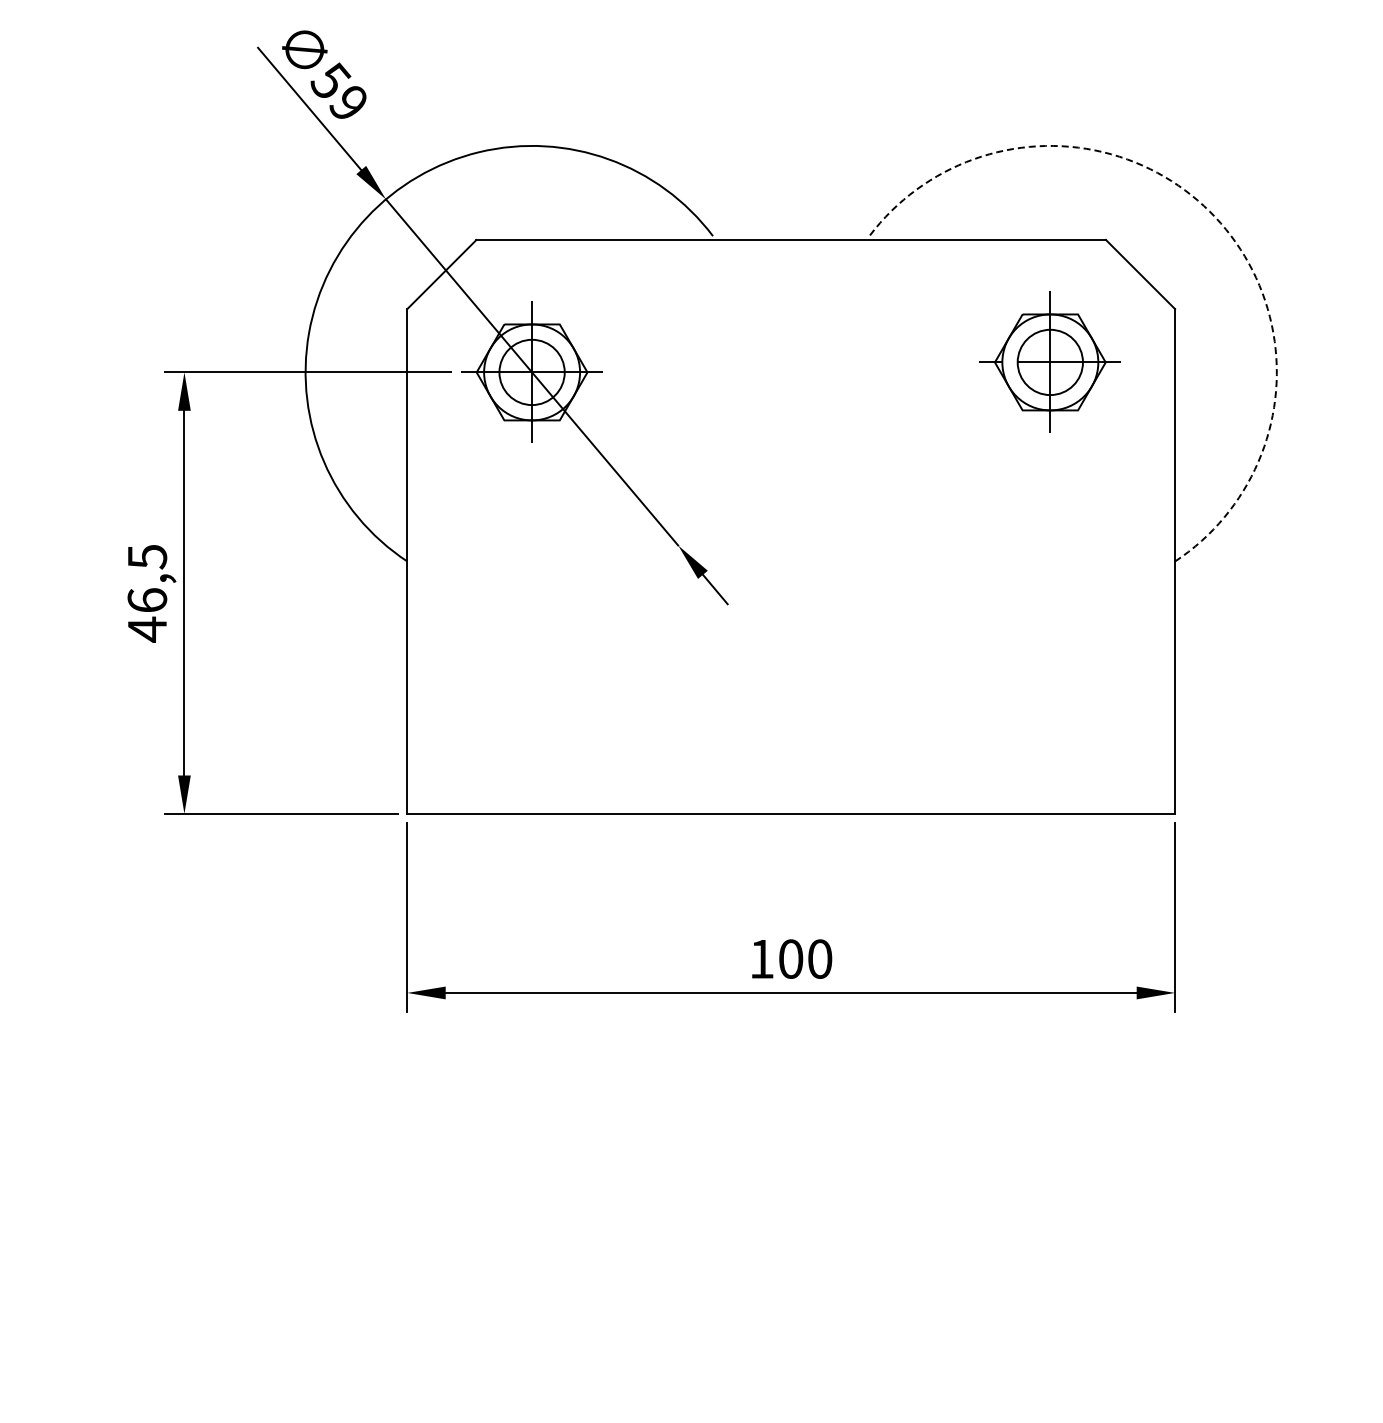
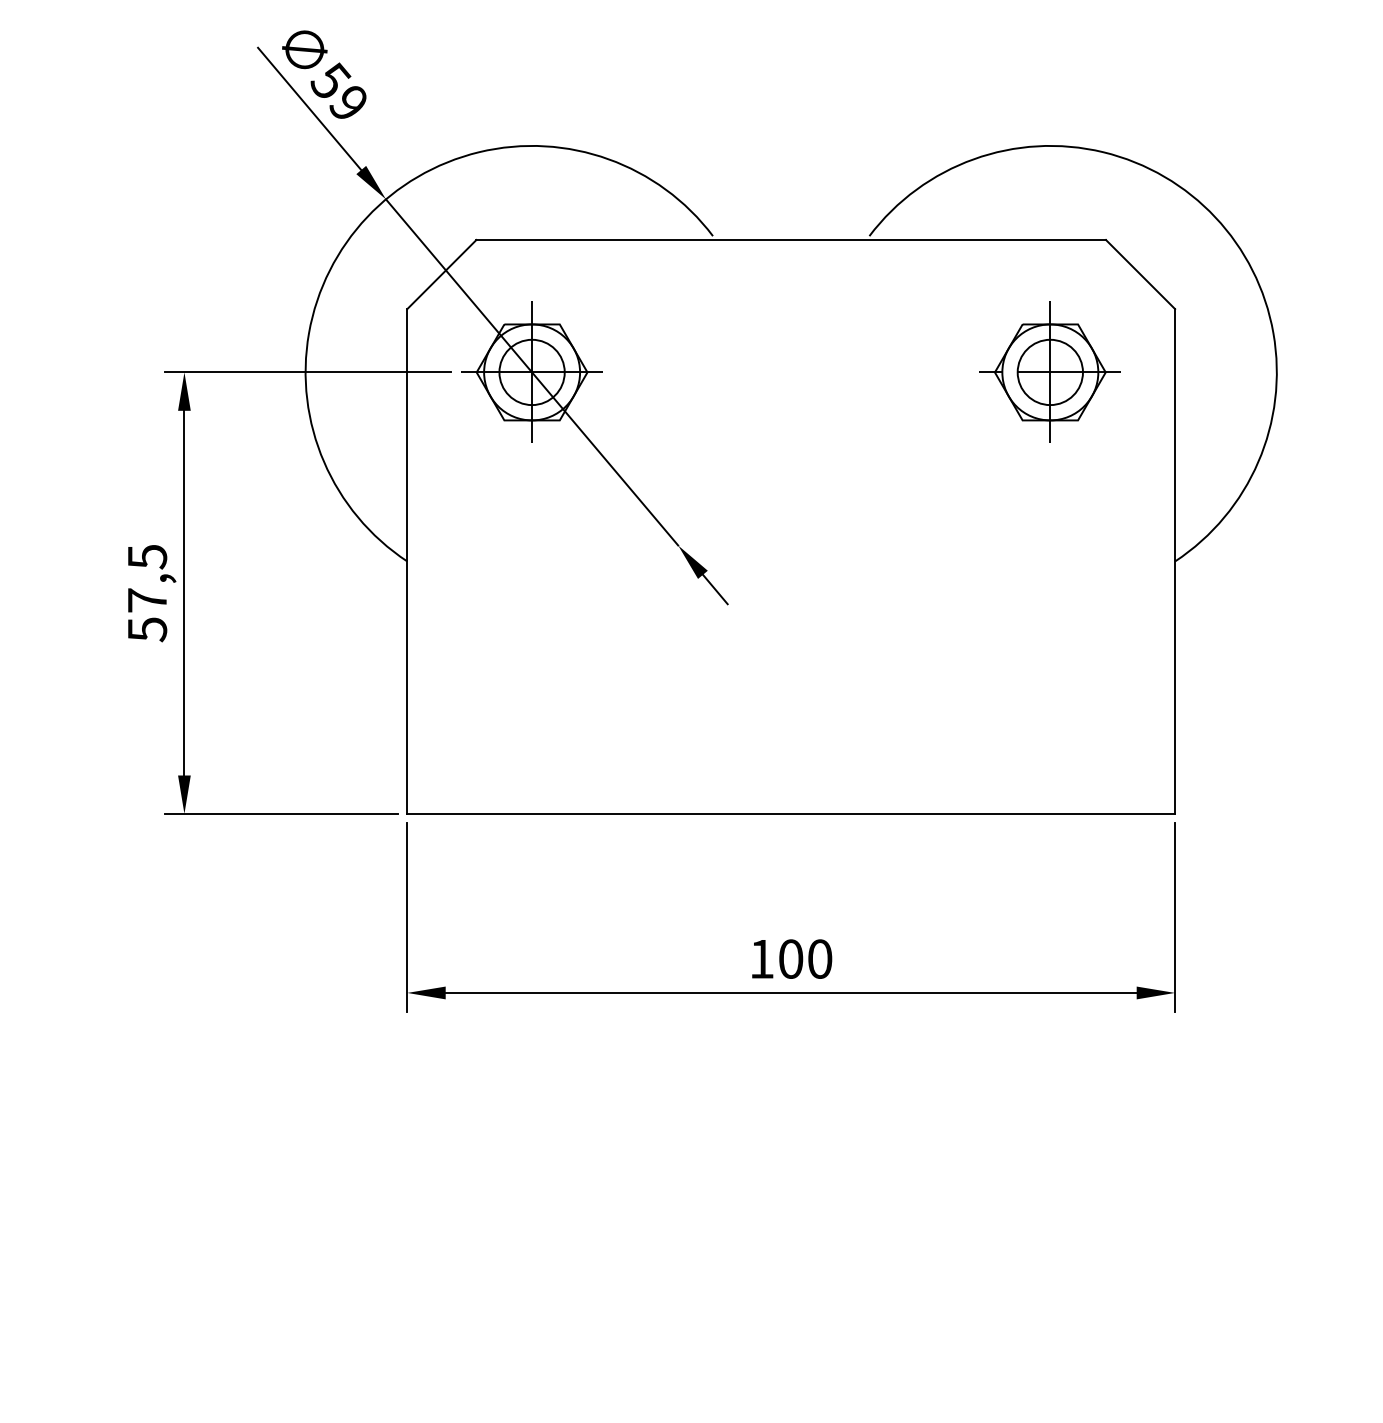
arc at (1215, 217): dashed -> solid
part at (1049, 361) position: (1049, 361) -> (1049, 371)
text at (147, 615): 46,5 -> 57,5
